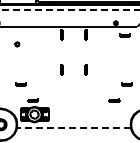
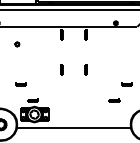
line at (70, 10): dashed -> solid
part at (124, 35): present -> none
line at (73, 128): dashed -> solid
